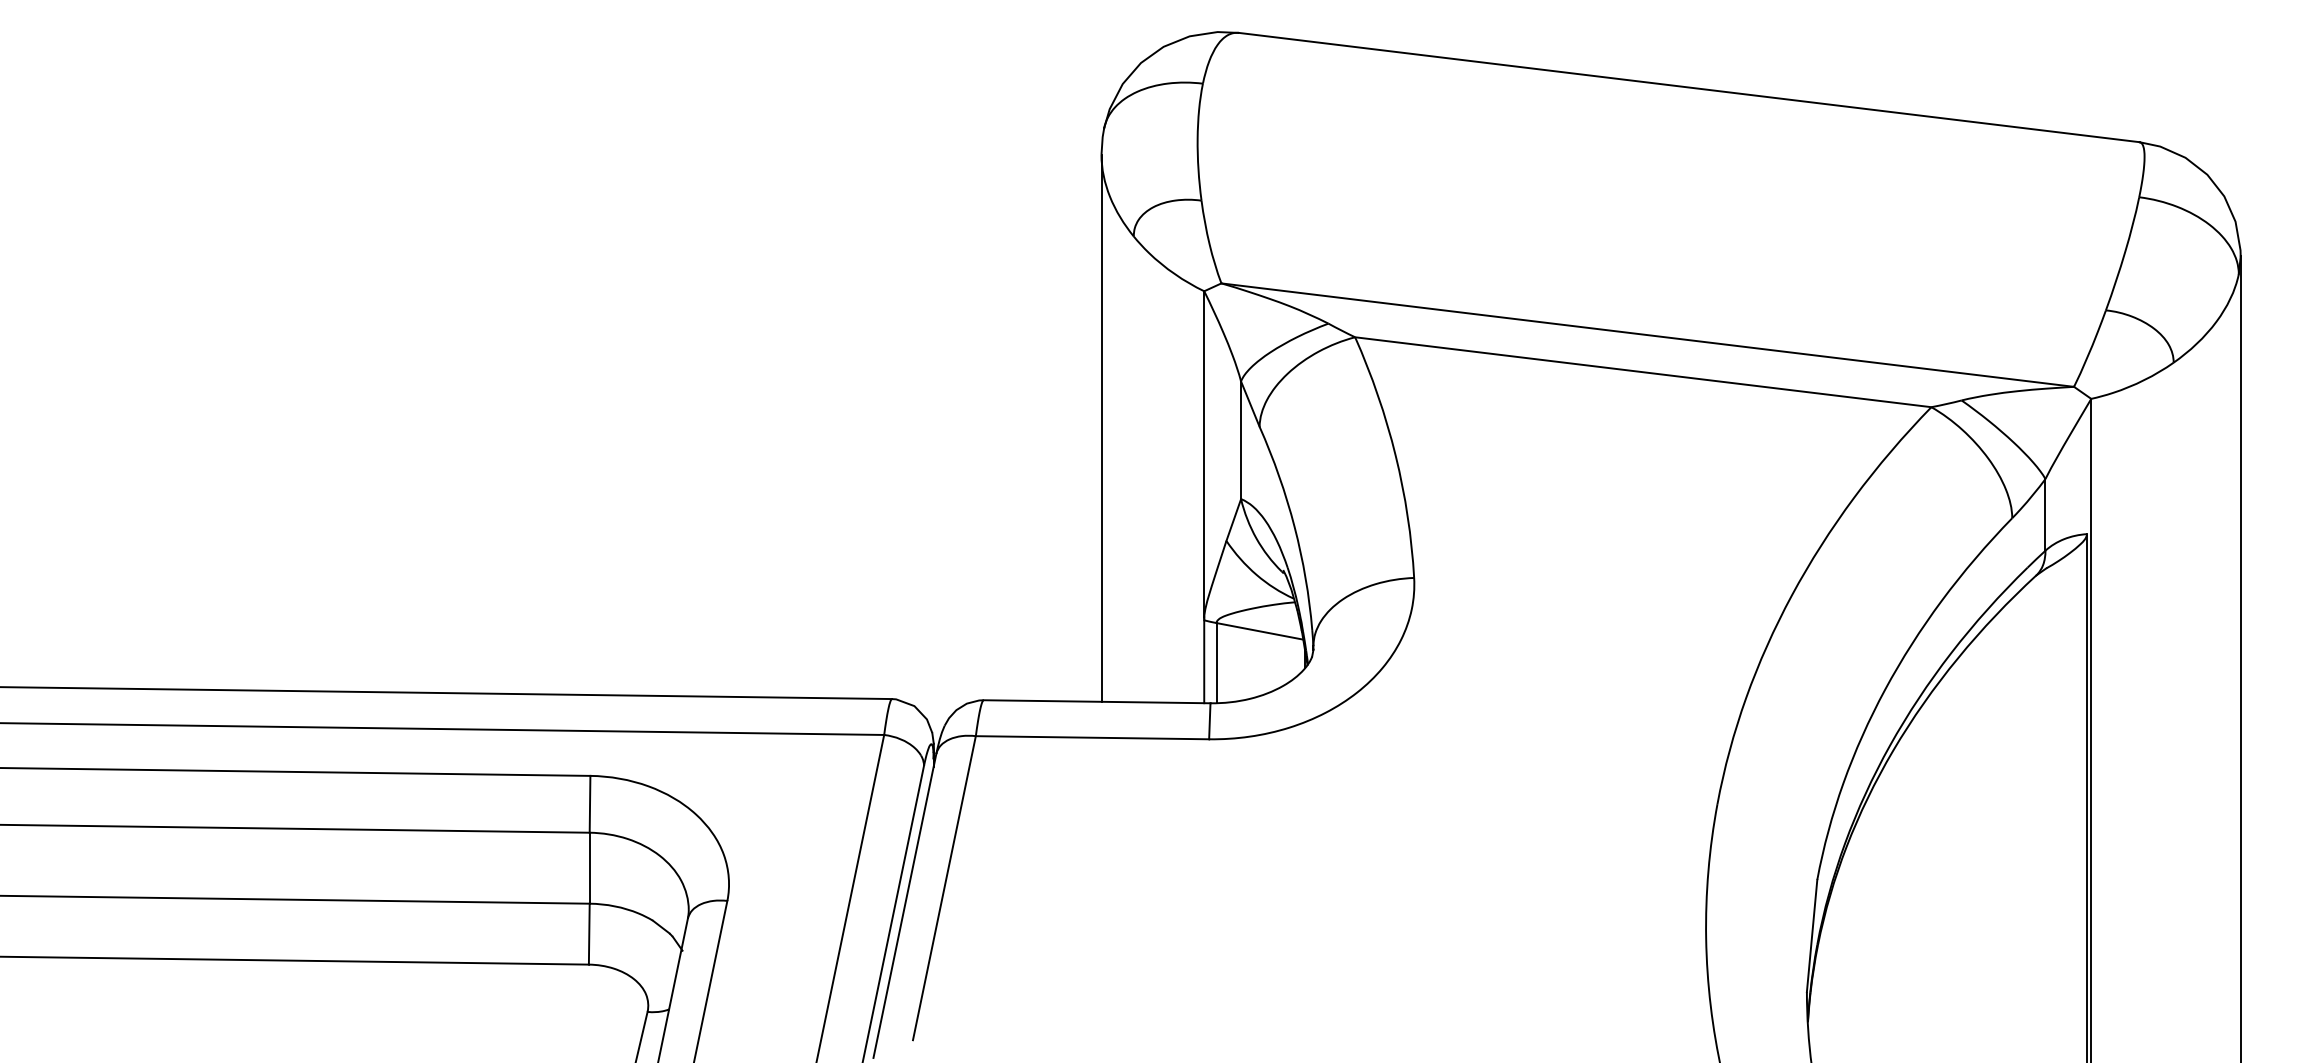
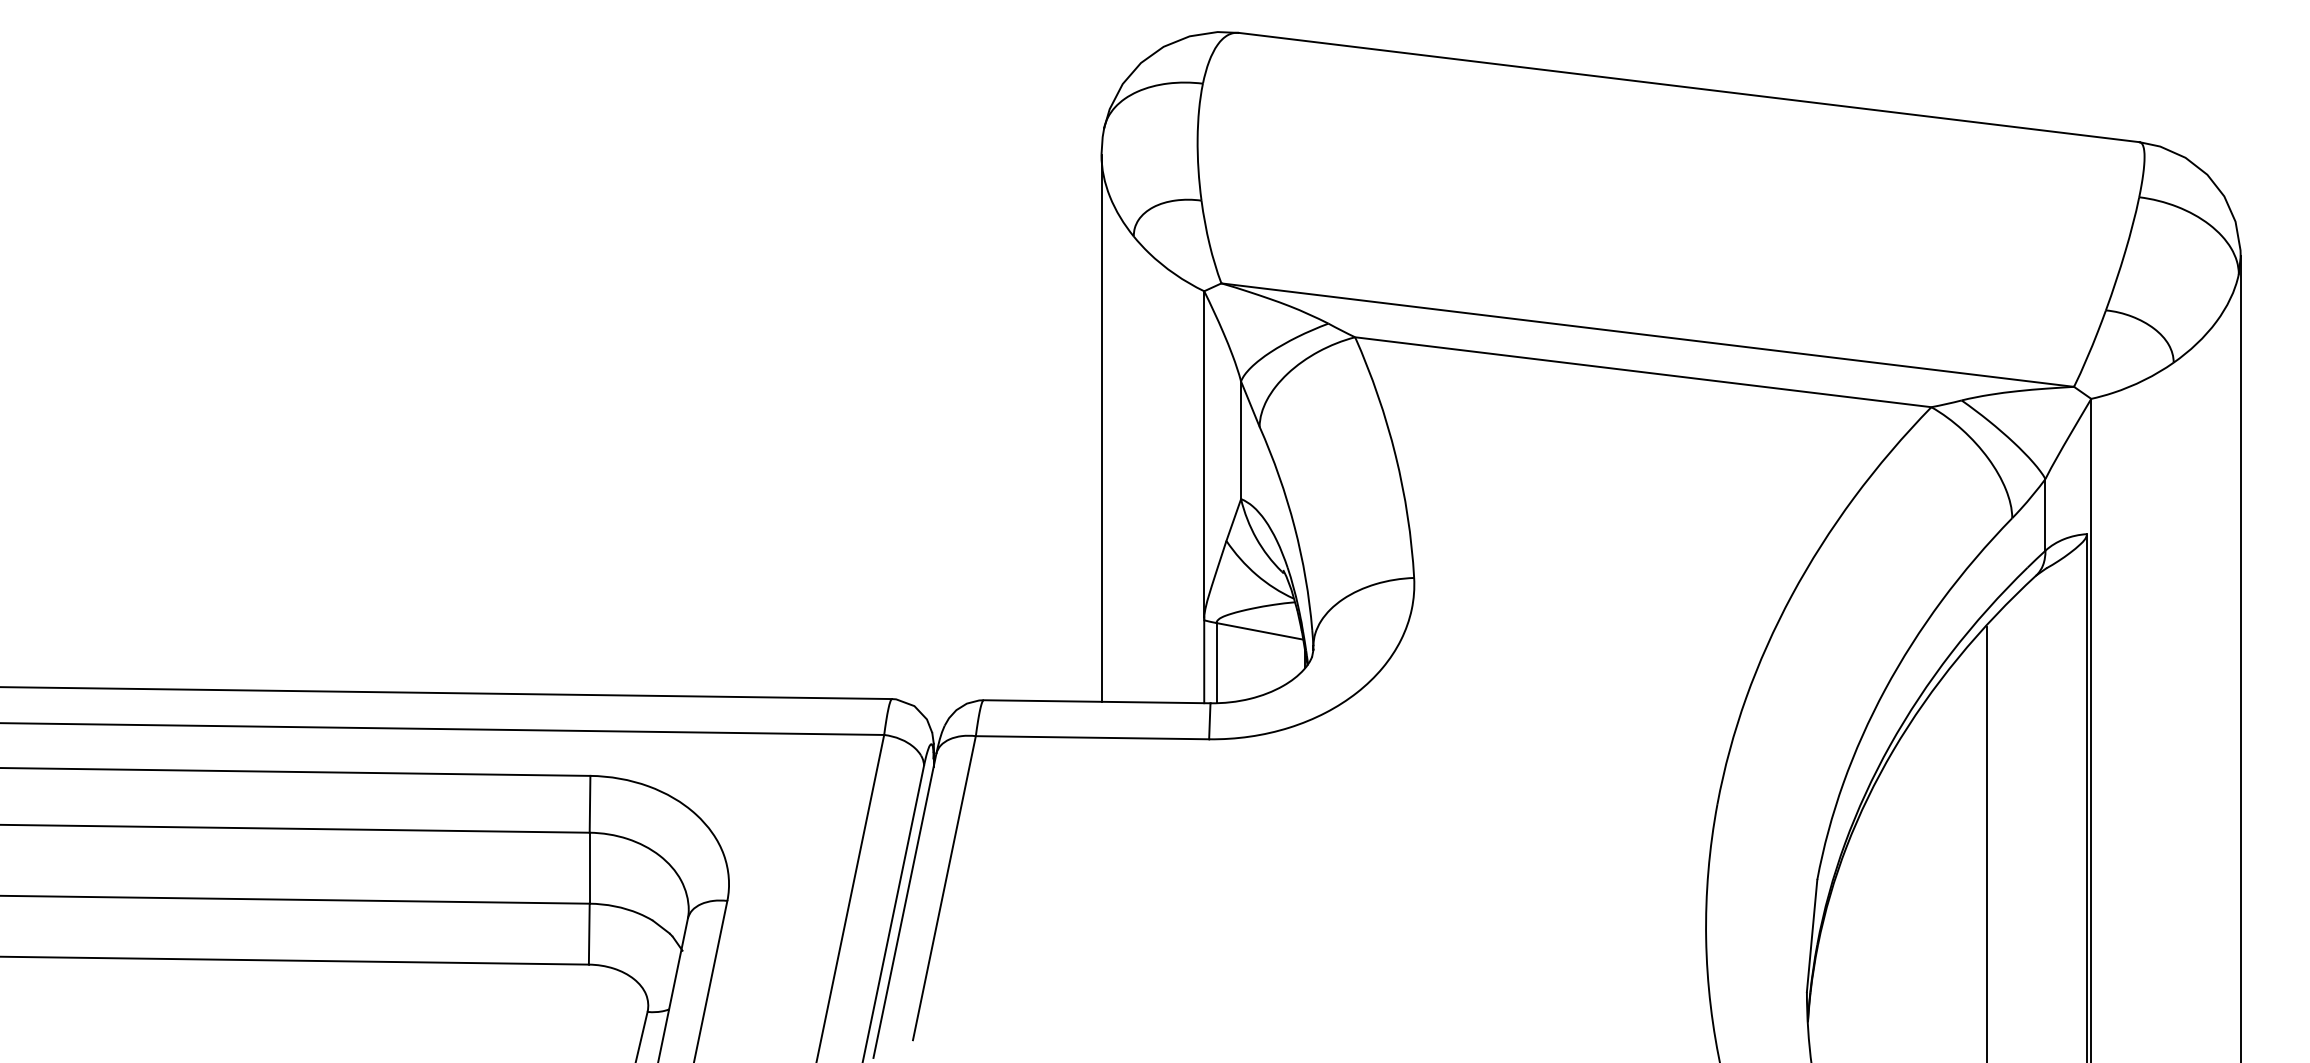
line at (1987, 843): none -> present
